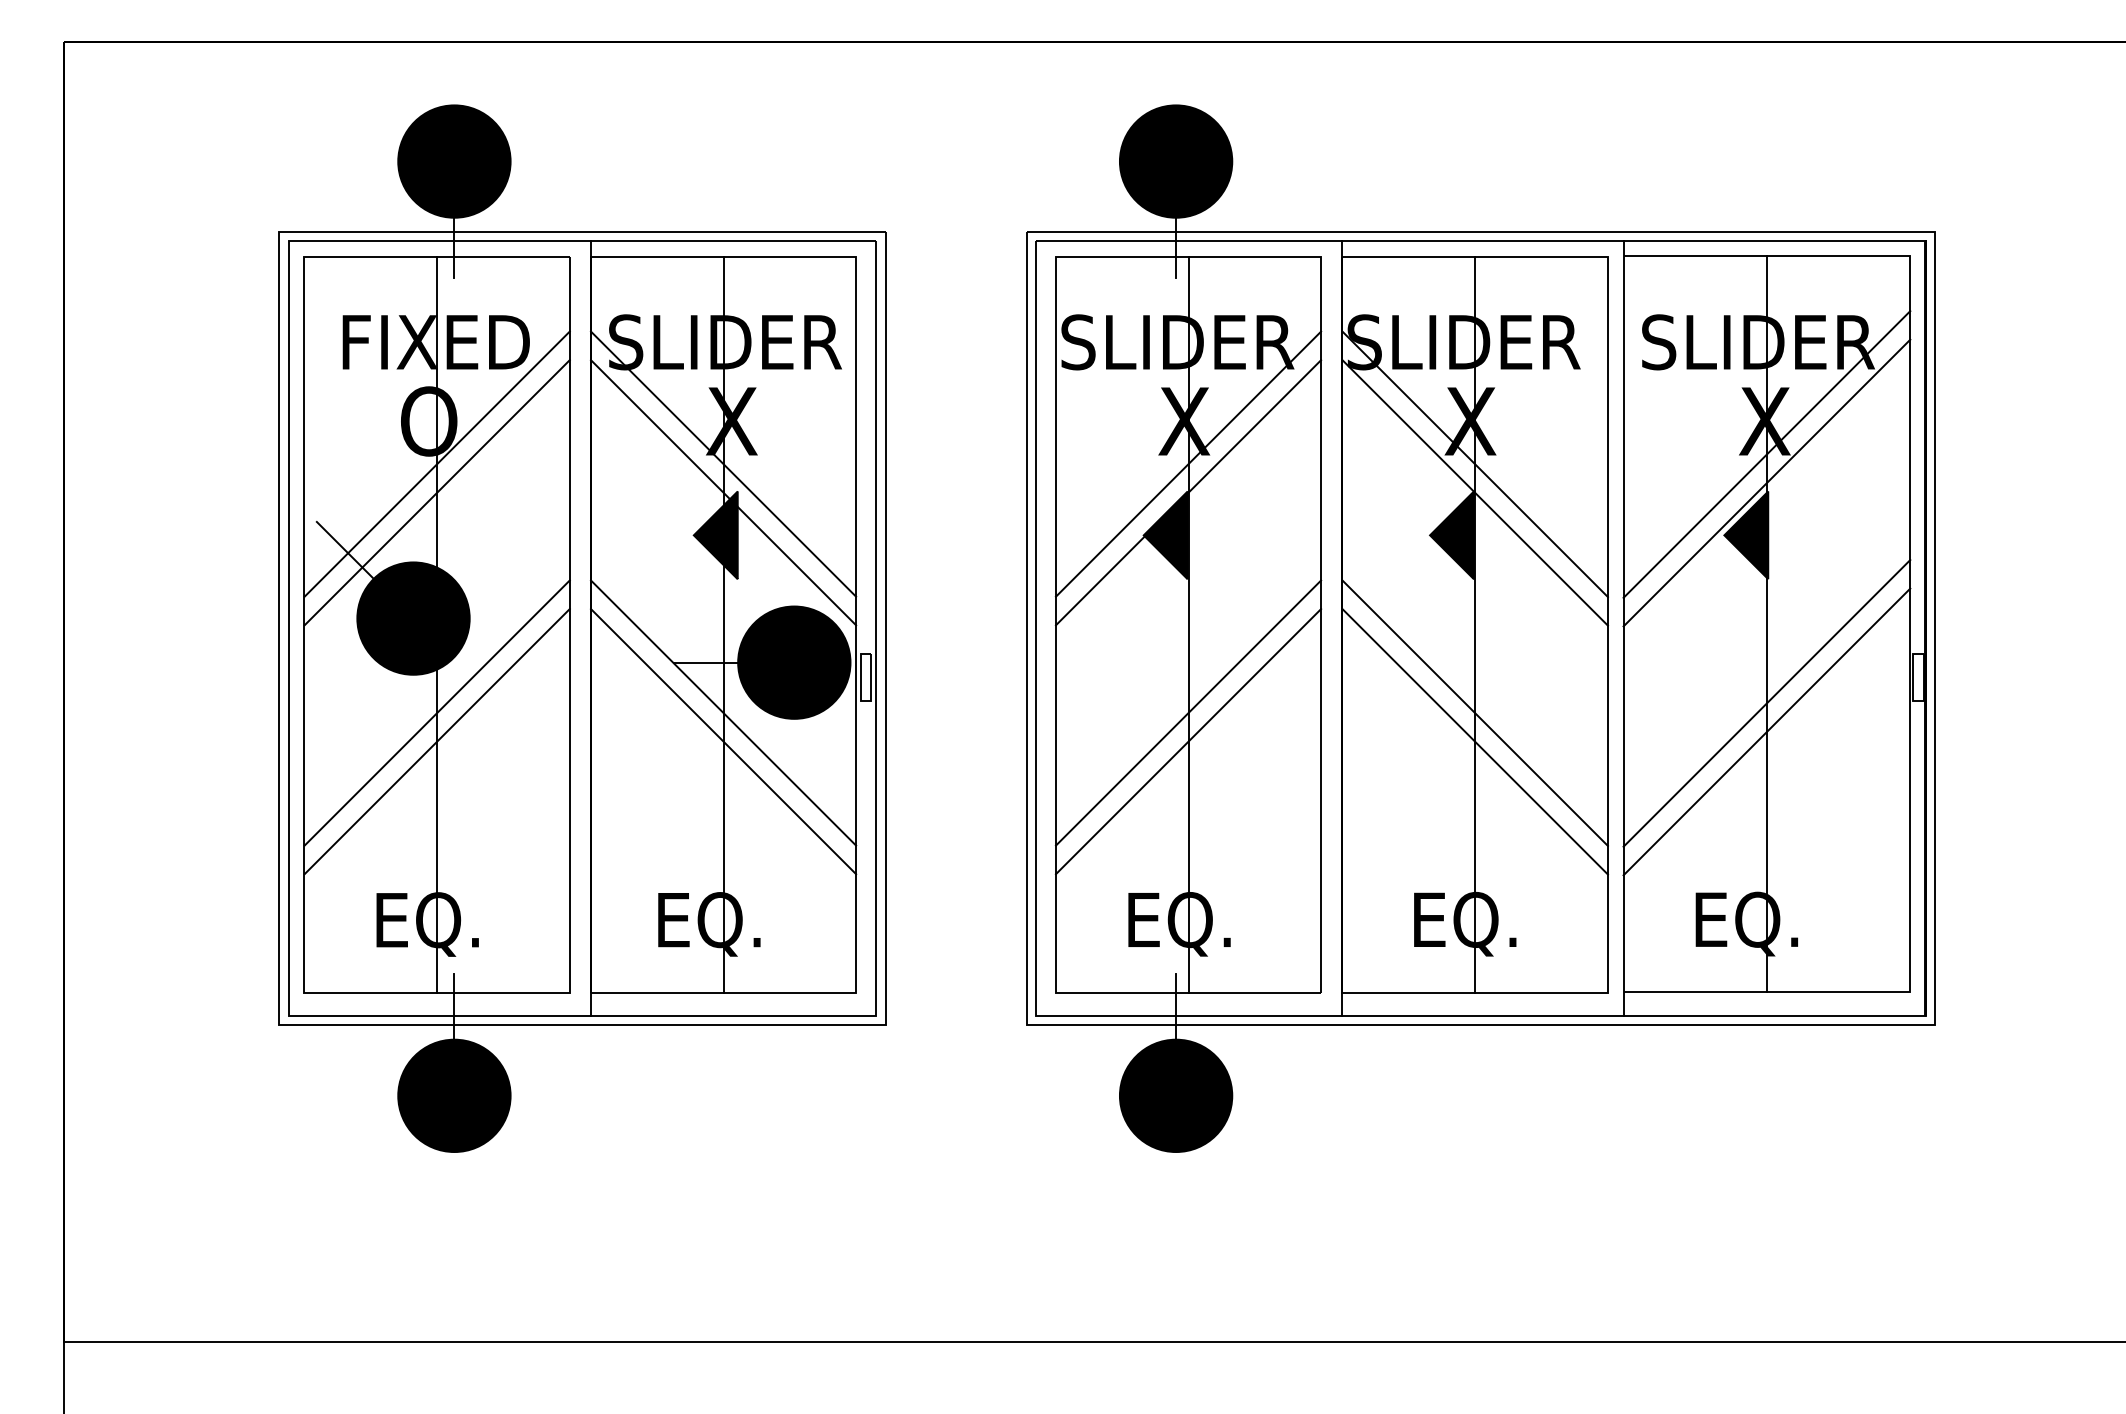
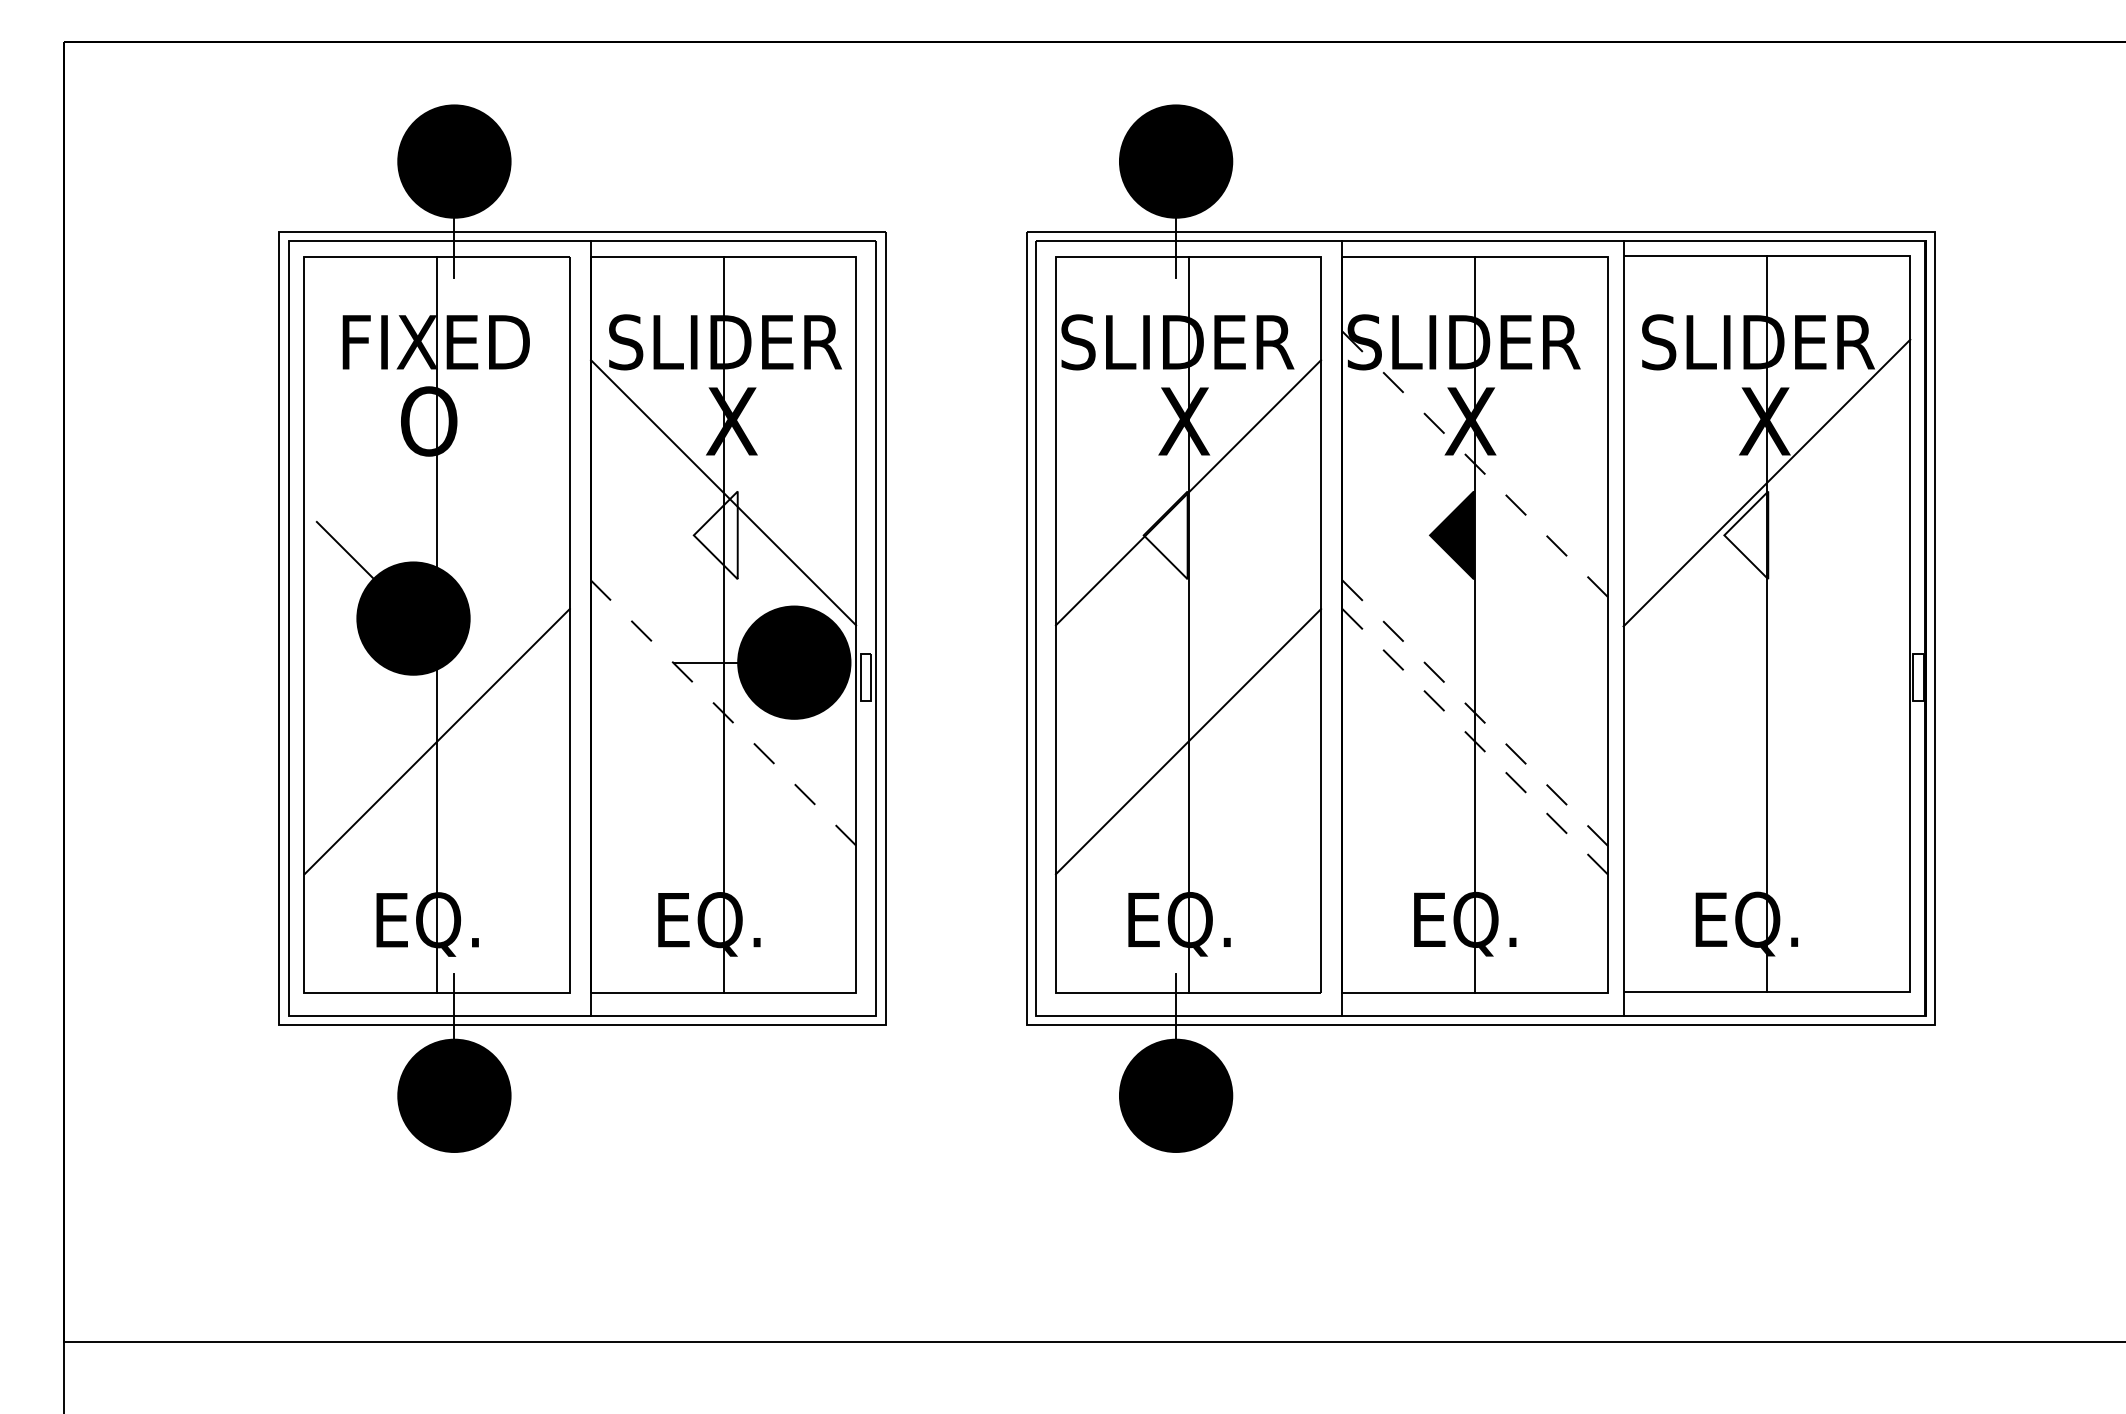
line at (1766, 454): present -> none
line at (436, 463): present -> none
line at (723, 463): present -> none
line at (1188, 463): present -> none
line at (1475, 464): solid -> dashed
line at (436, 492): present -> none
line at (1474, 492): present -> none
fill at (715, 535): present -> none
fill at (1165, 535): present -> none
fill at (1746, 535): present -> none
line at (1766, 703): present -> none
line at (436, 712): present -> none
line at (723, 712): solid -> dashed
line at (1188, 712): present -> none
line at (1475, 713): solid -> dashed
line at (1766, 731): present -> none
line at (723, 741): present -> none
line at (1475, 741): solid -> dashed
